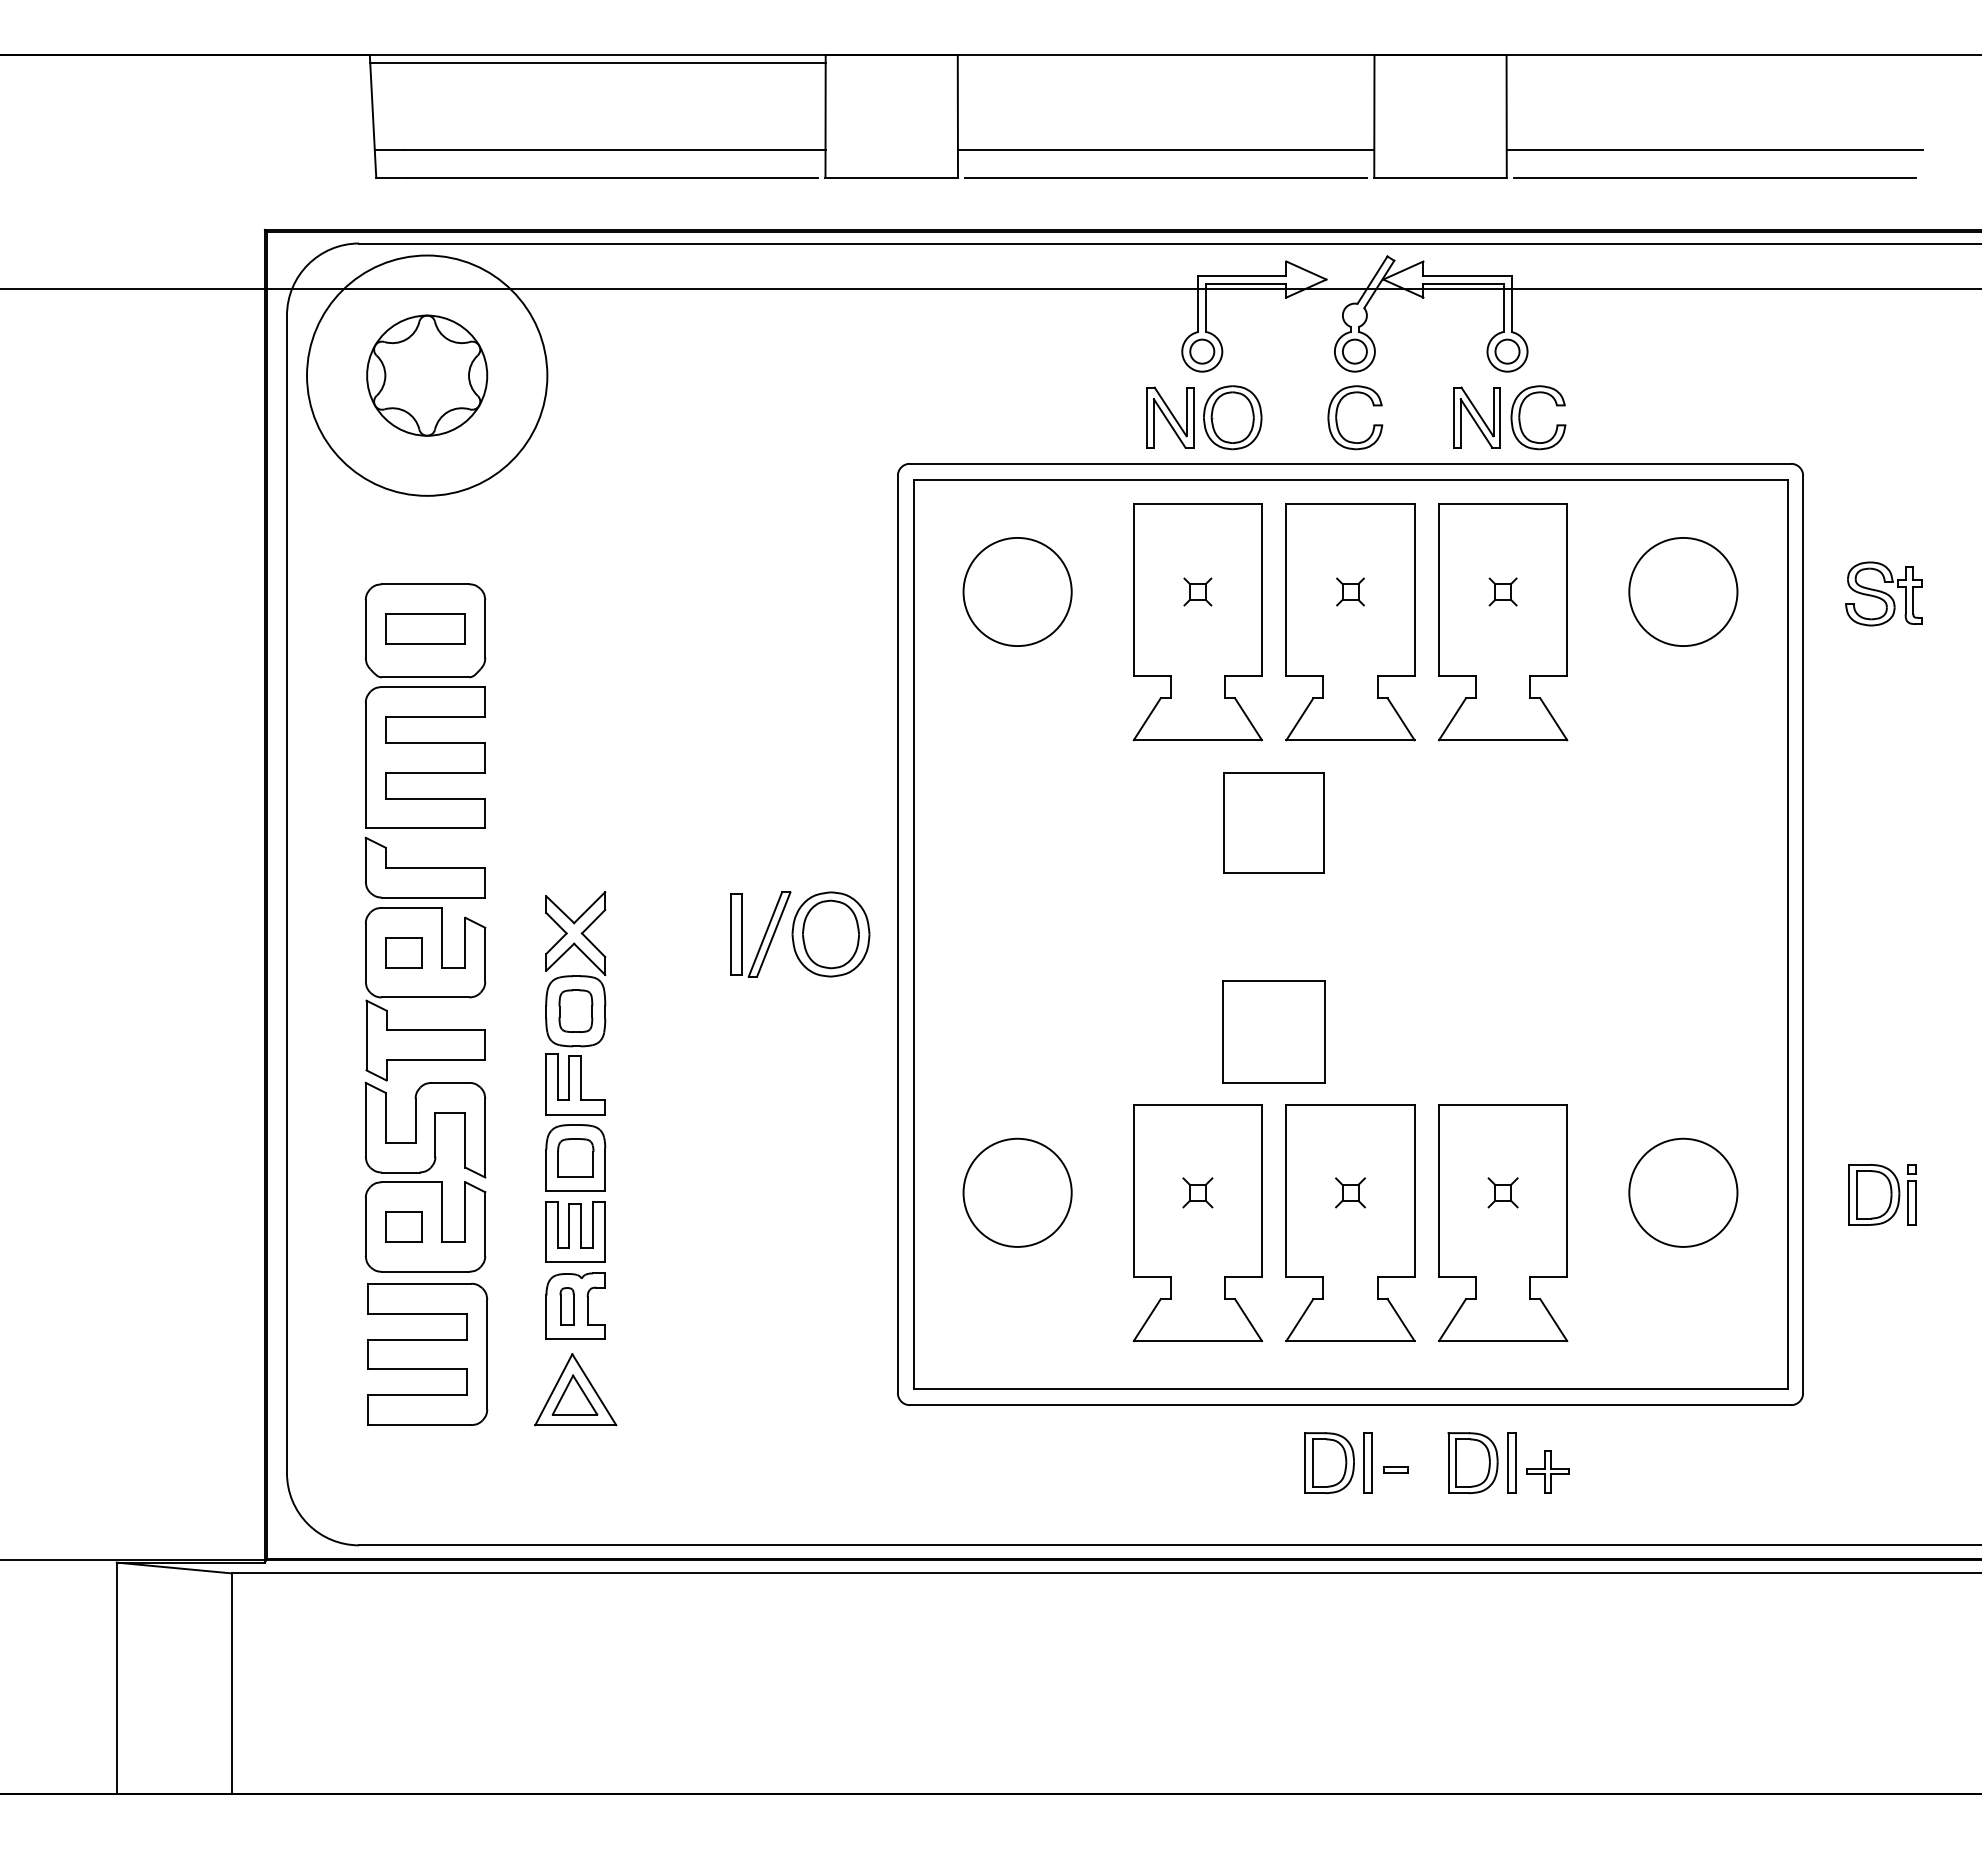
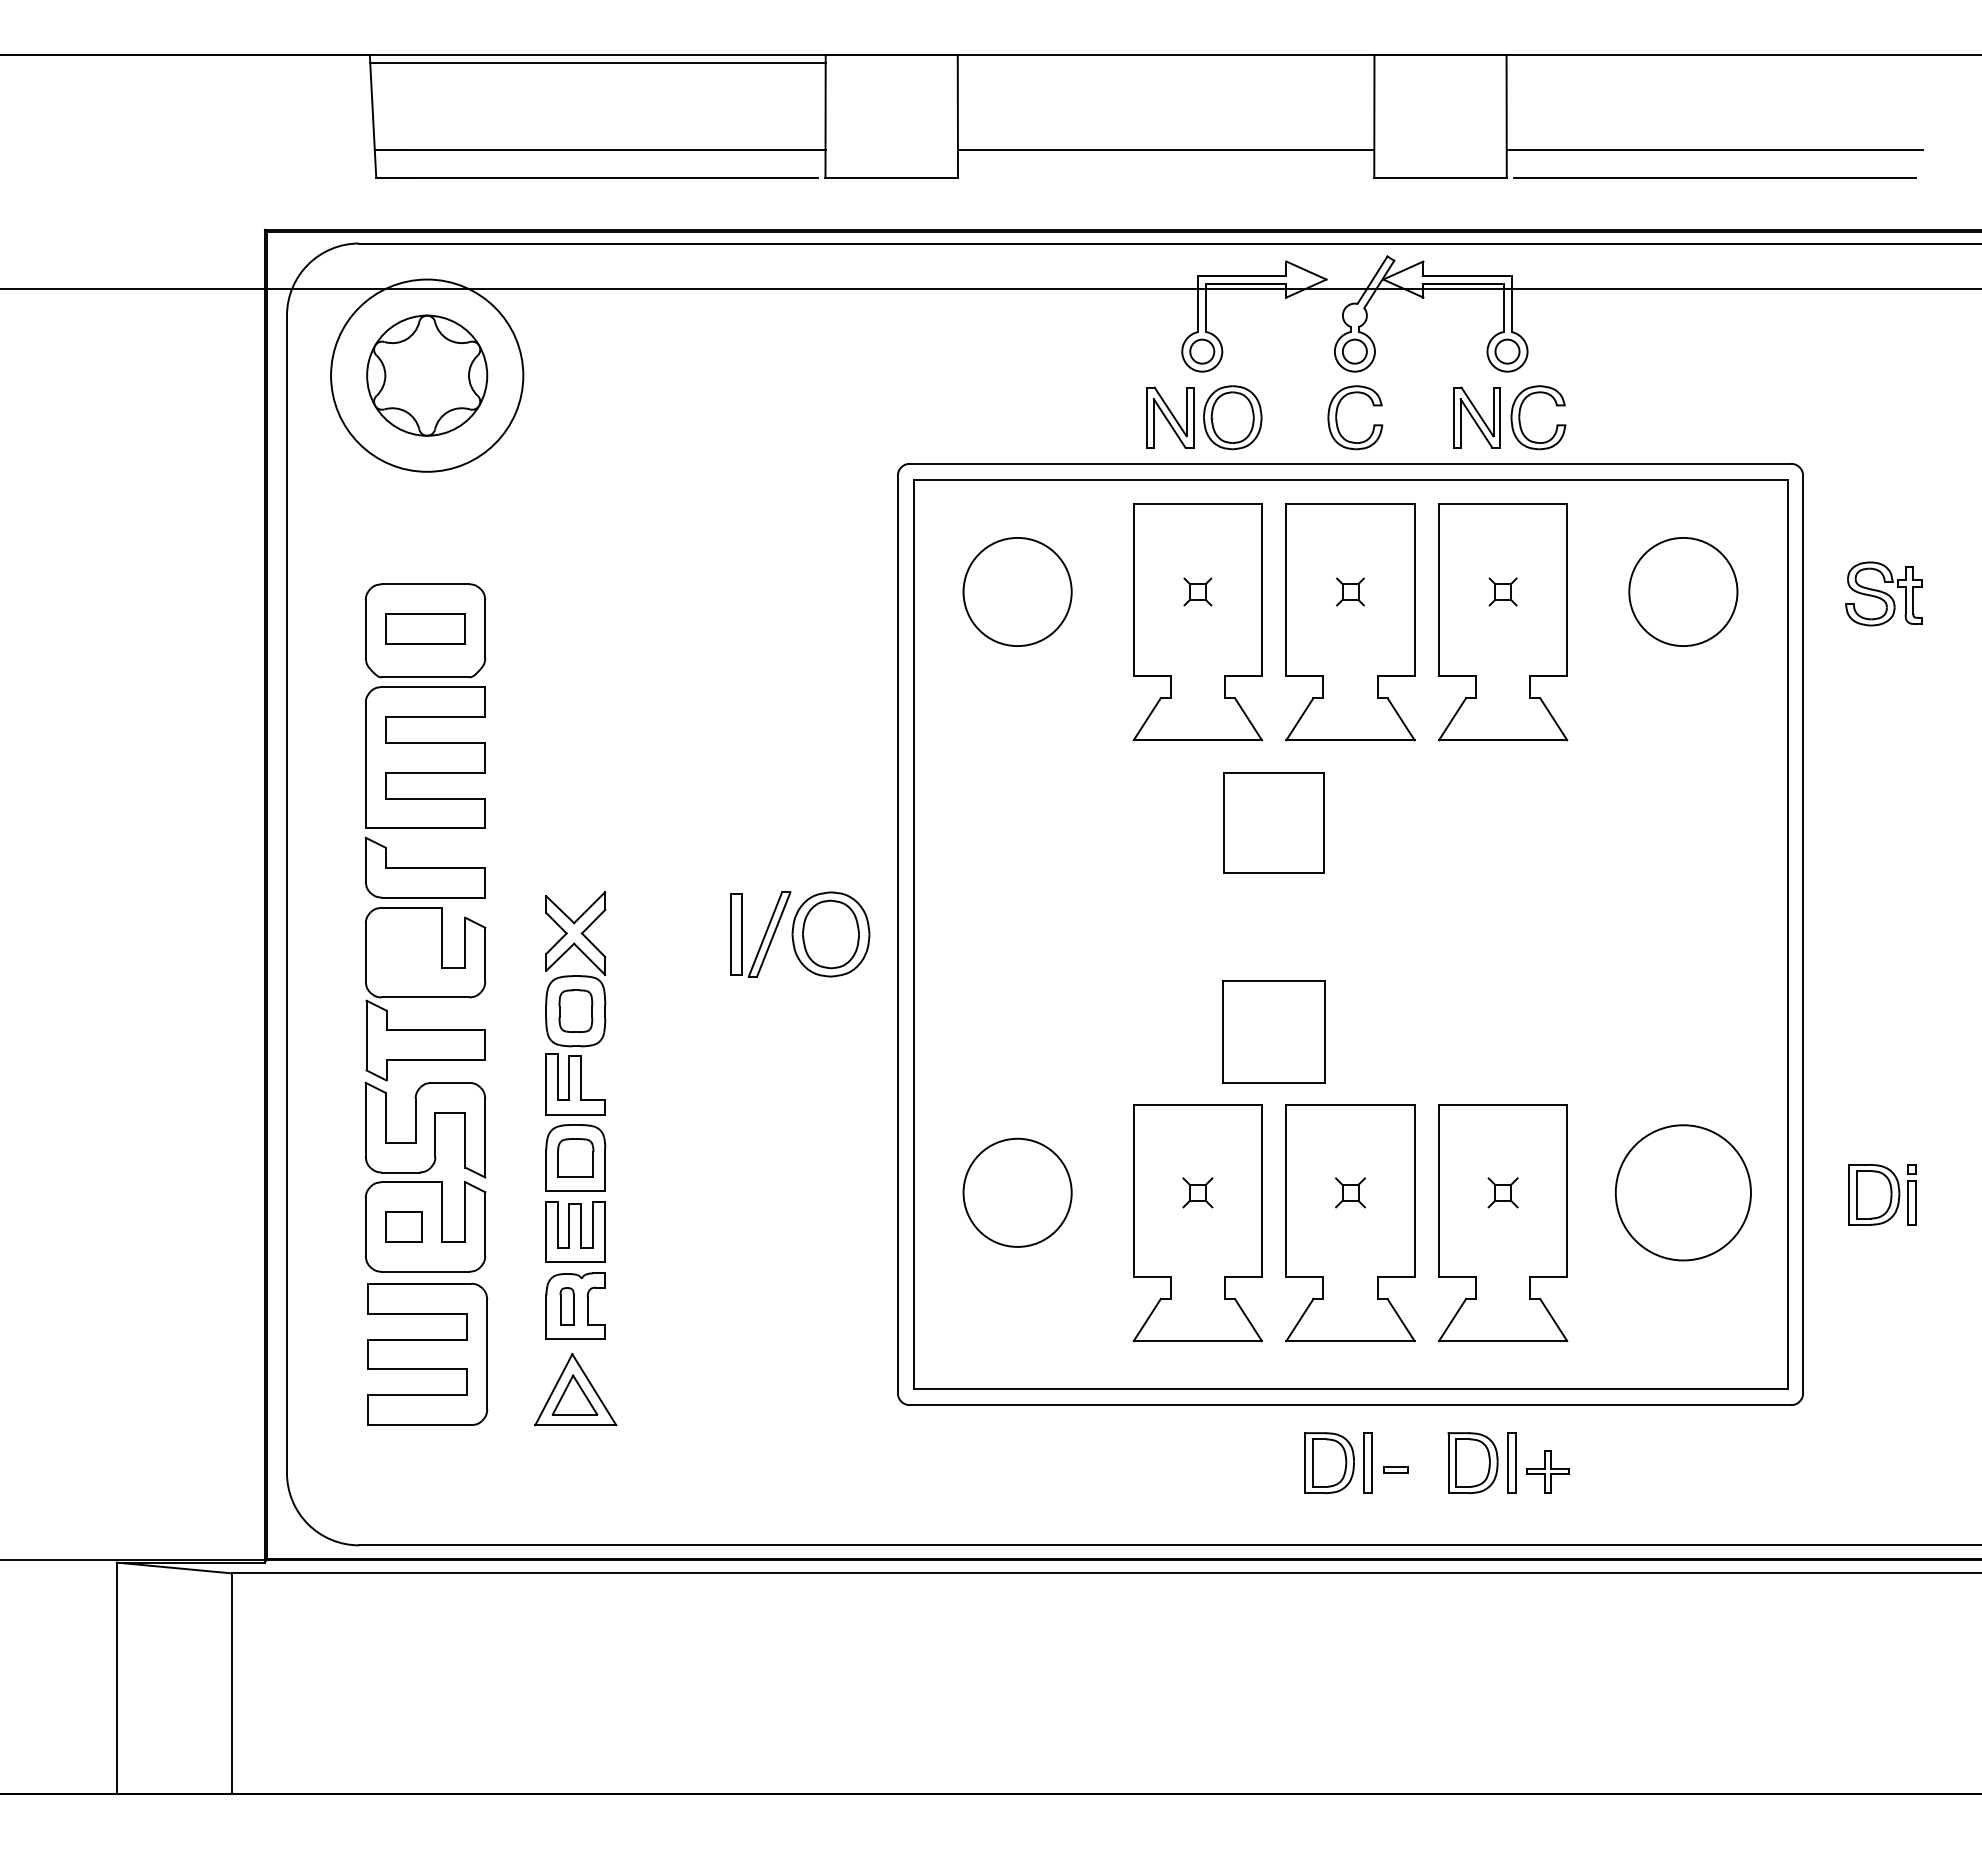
line at (1166, 177): present -> none
circle at (427, 375) diameter: 240 px -> 192 px
part at (403, 952): present -> none
circle at (1683, 1192) diameter: 108 px -> 135 px
